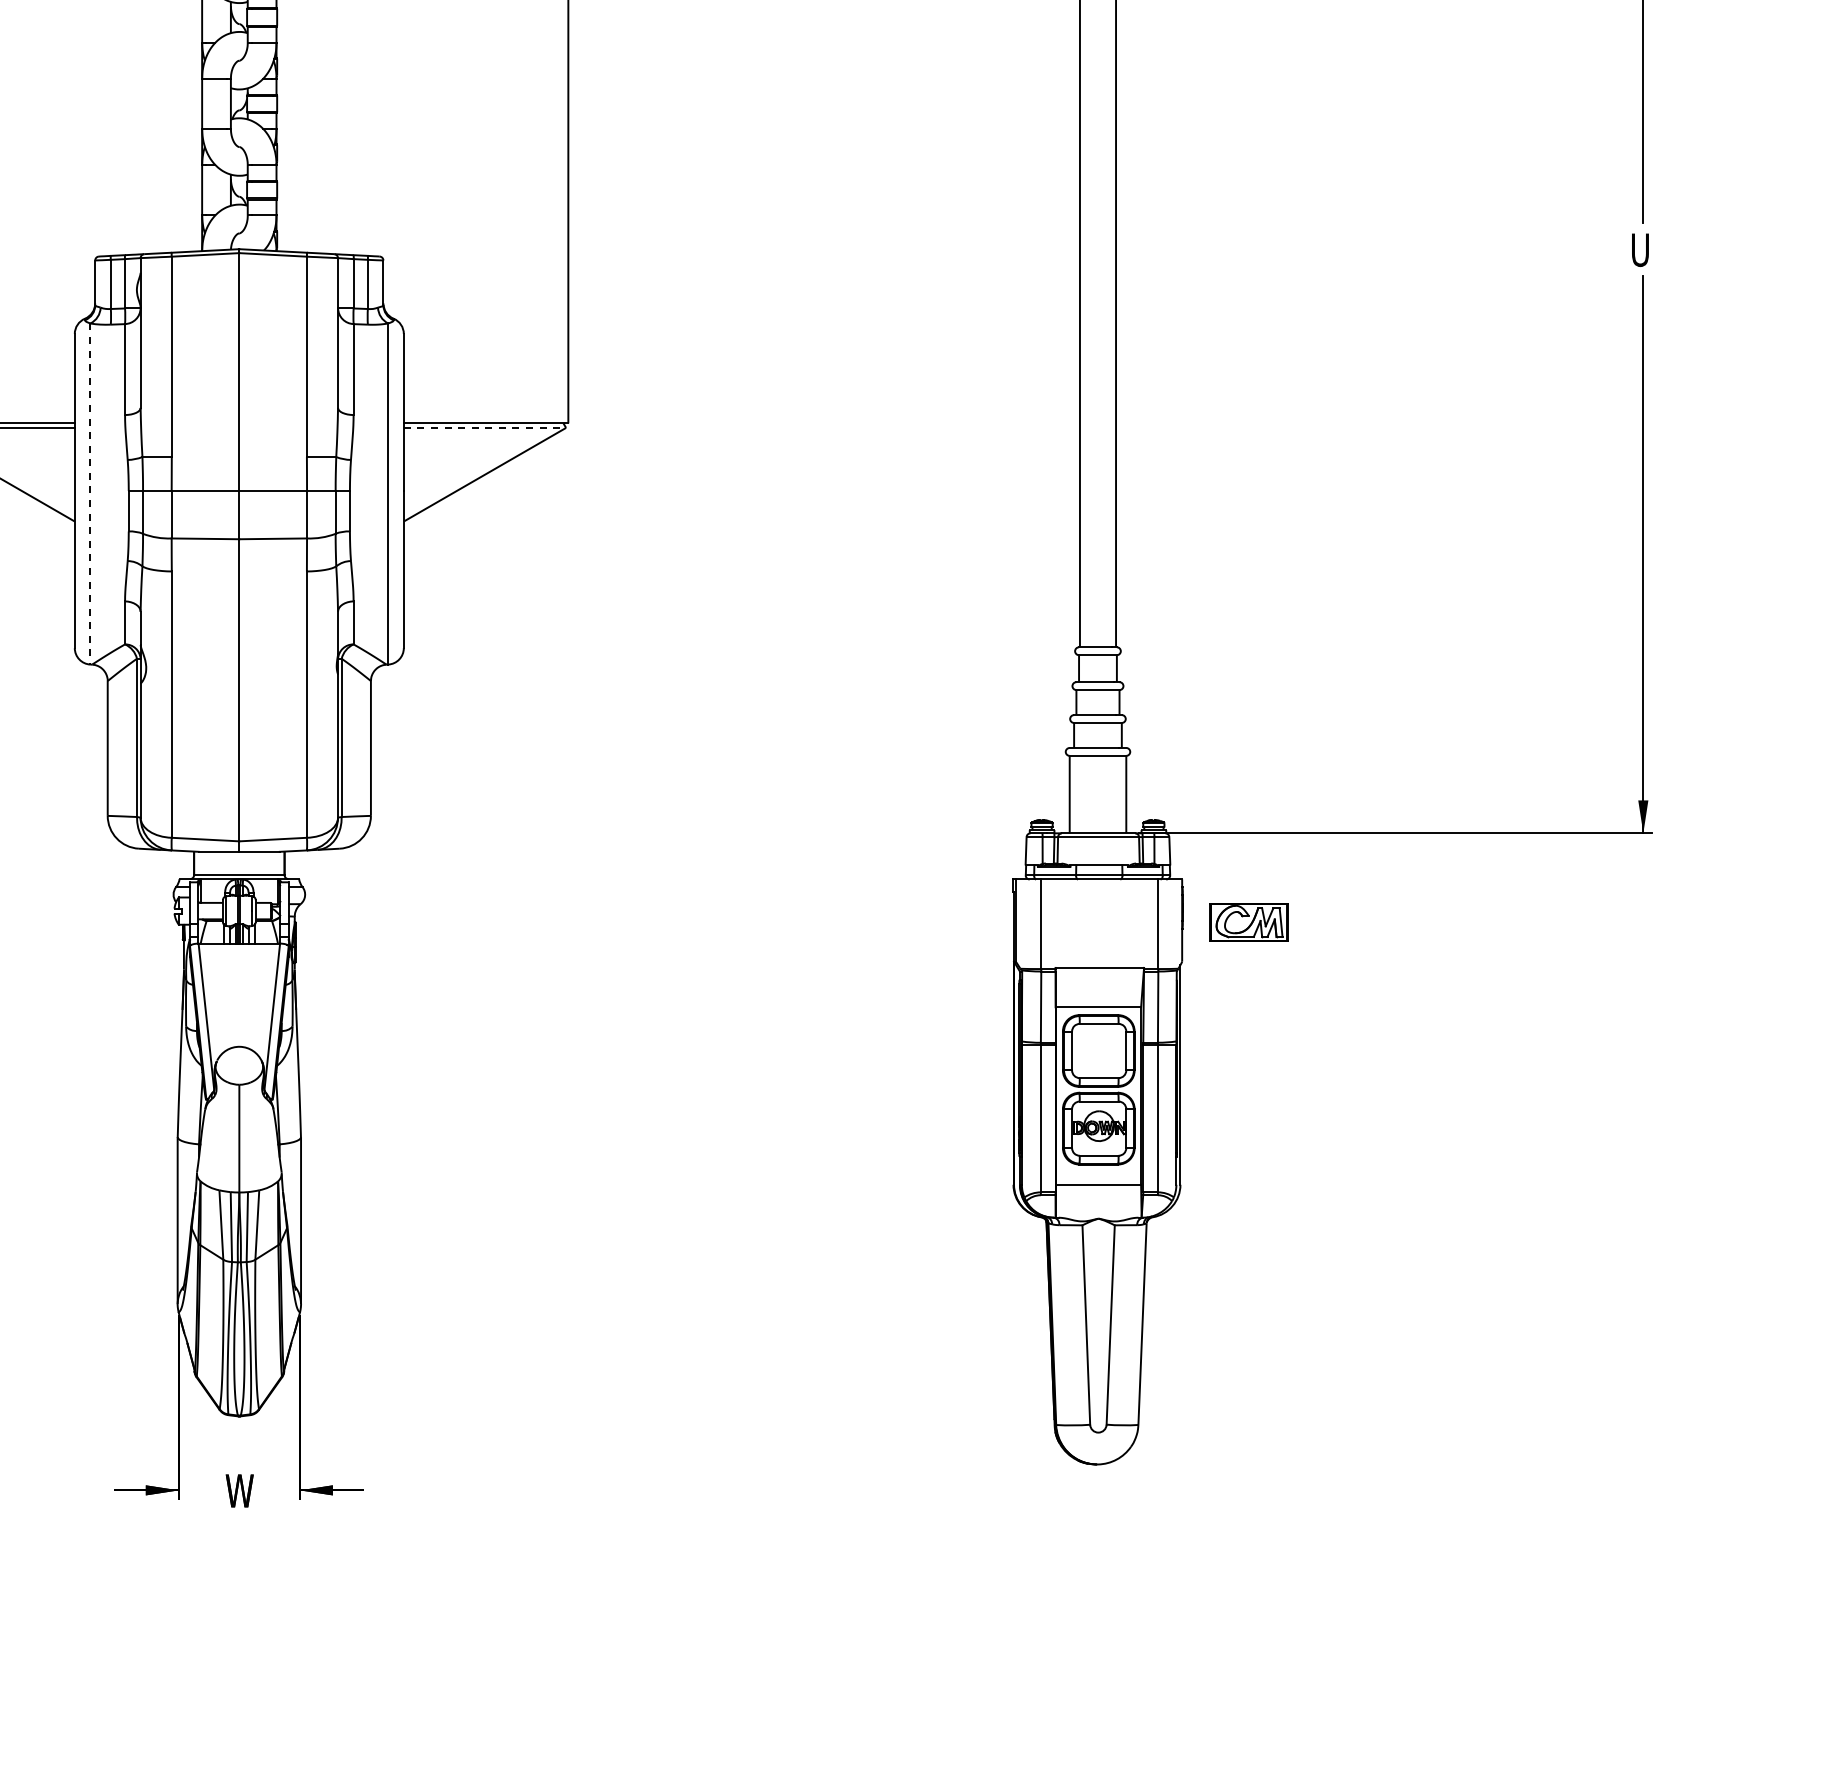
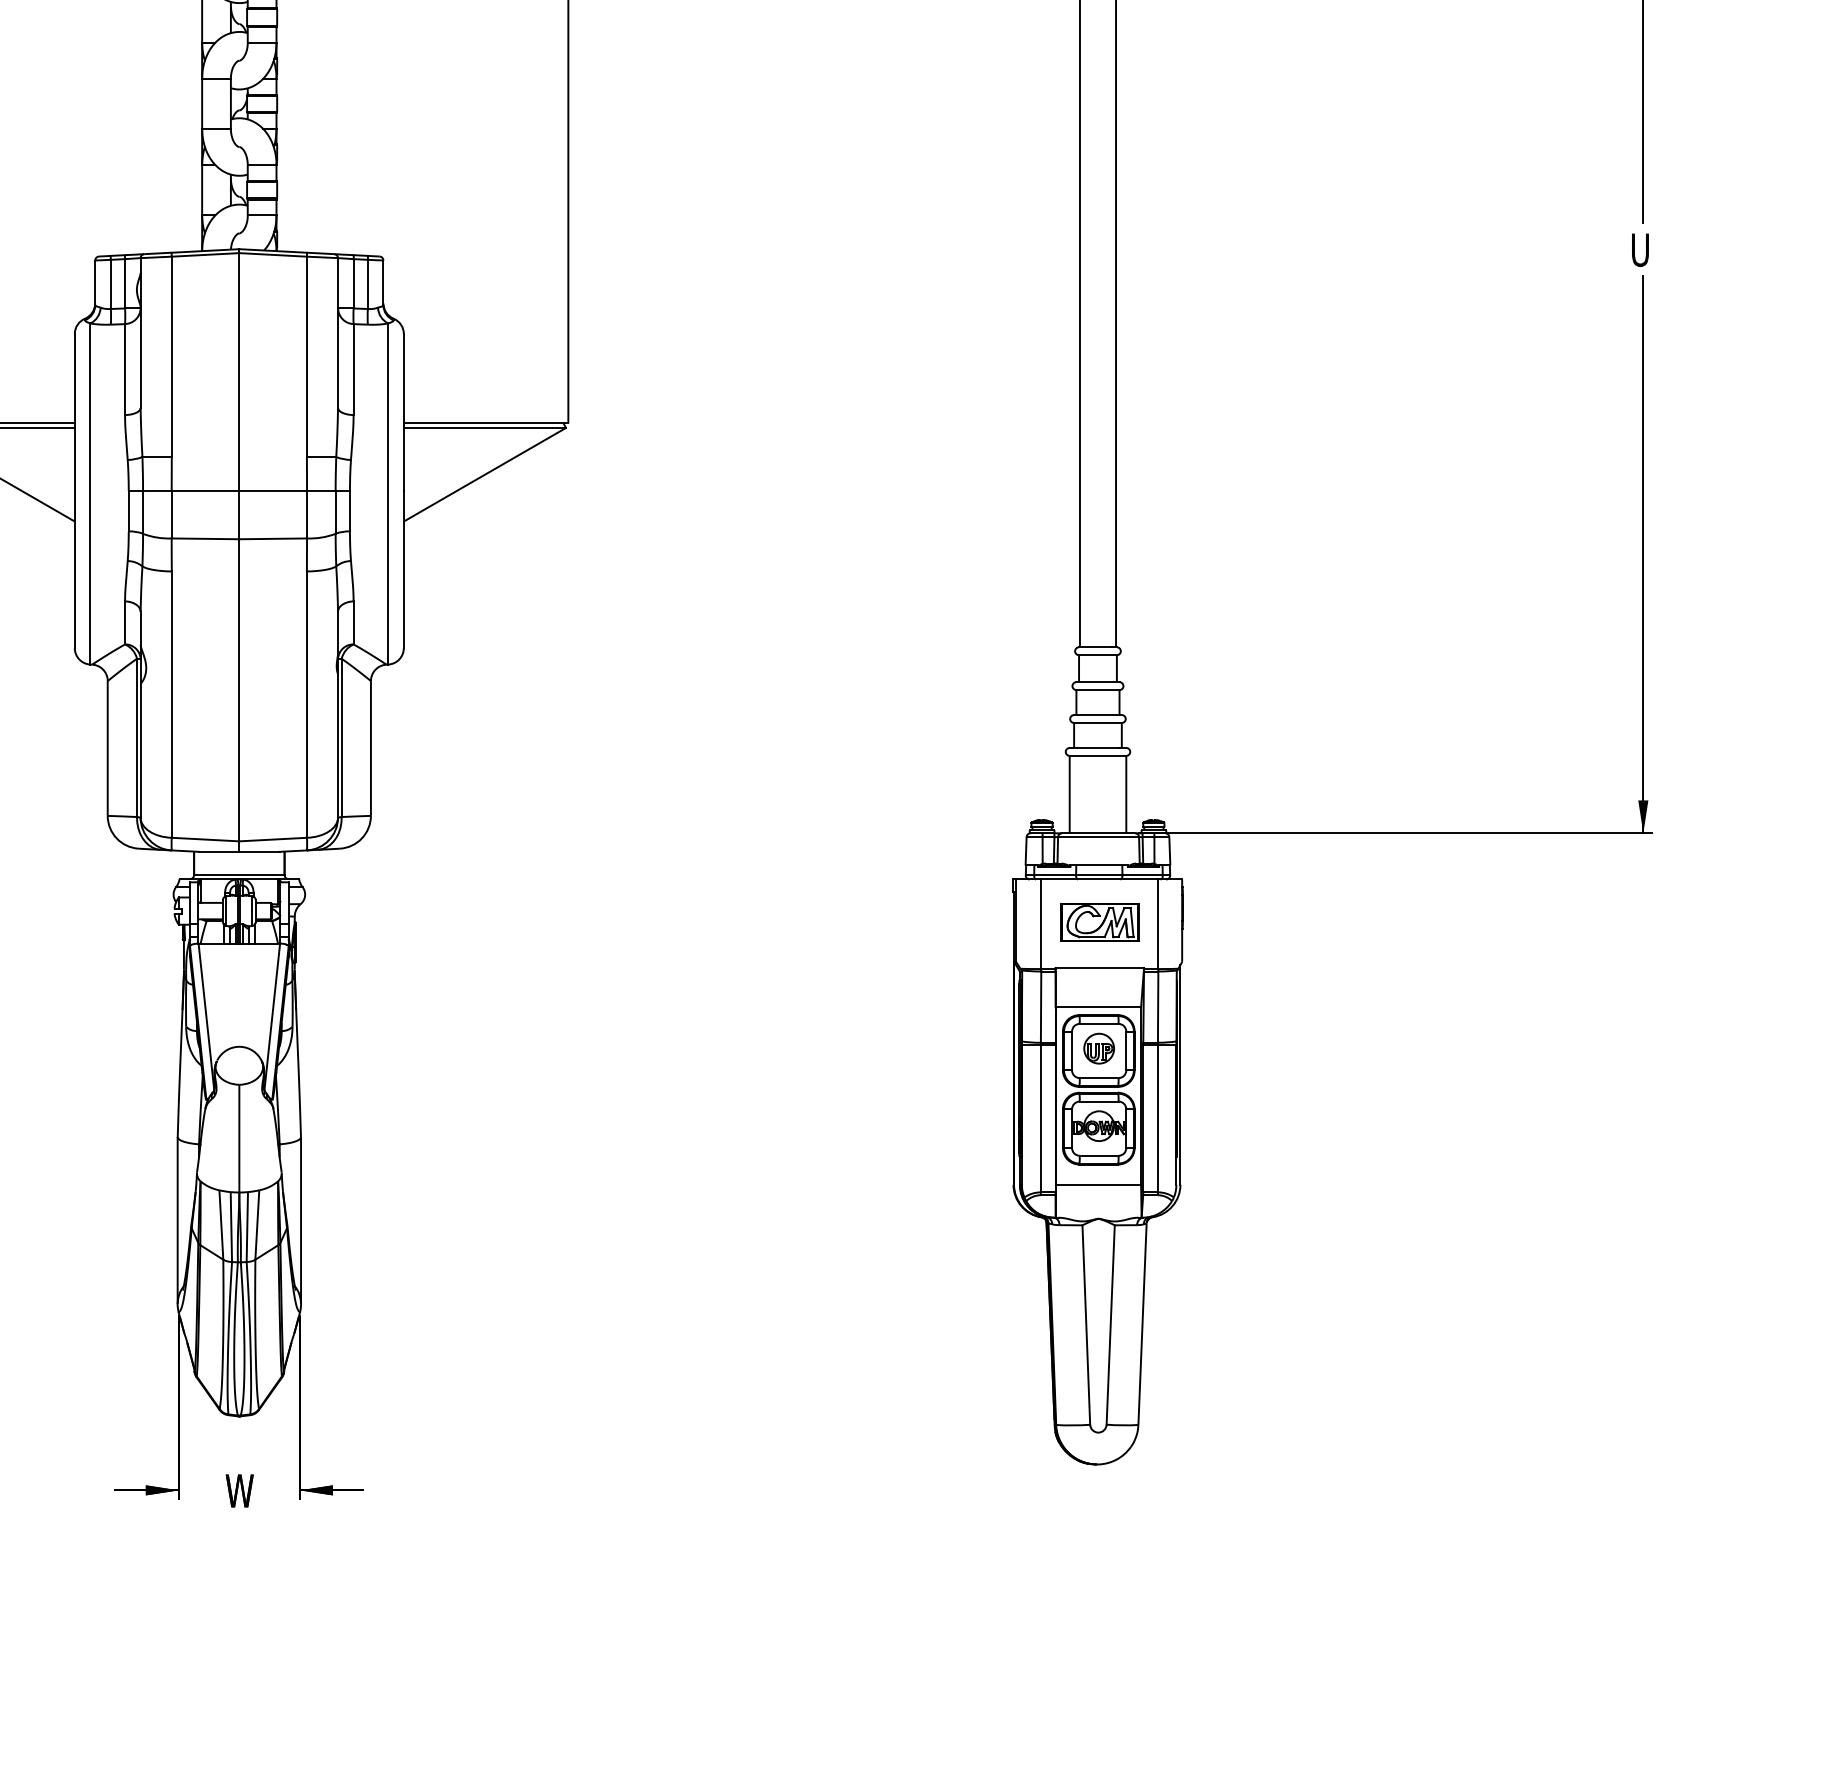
line at (485, 427): dashed -> solid
line at (90, 494): dashed -> solid
part at (1248, 922) position: (1248, 922) -> (1099, 922)
part at (1098, 1048): none -> present
